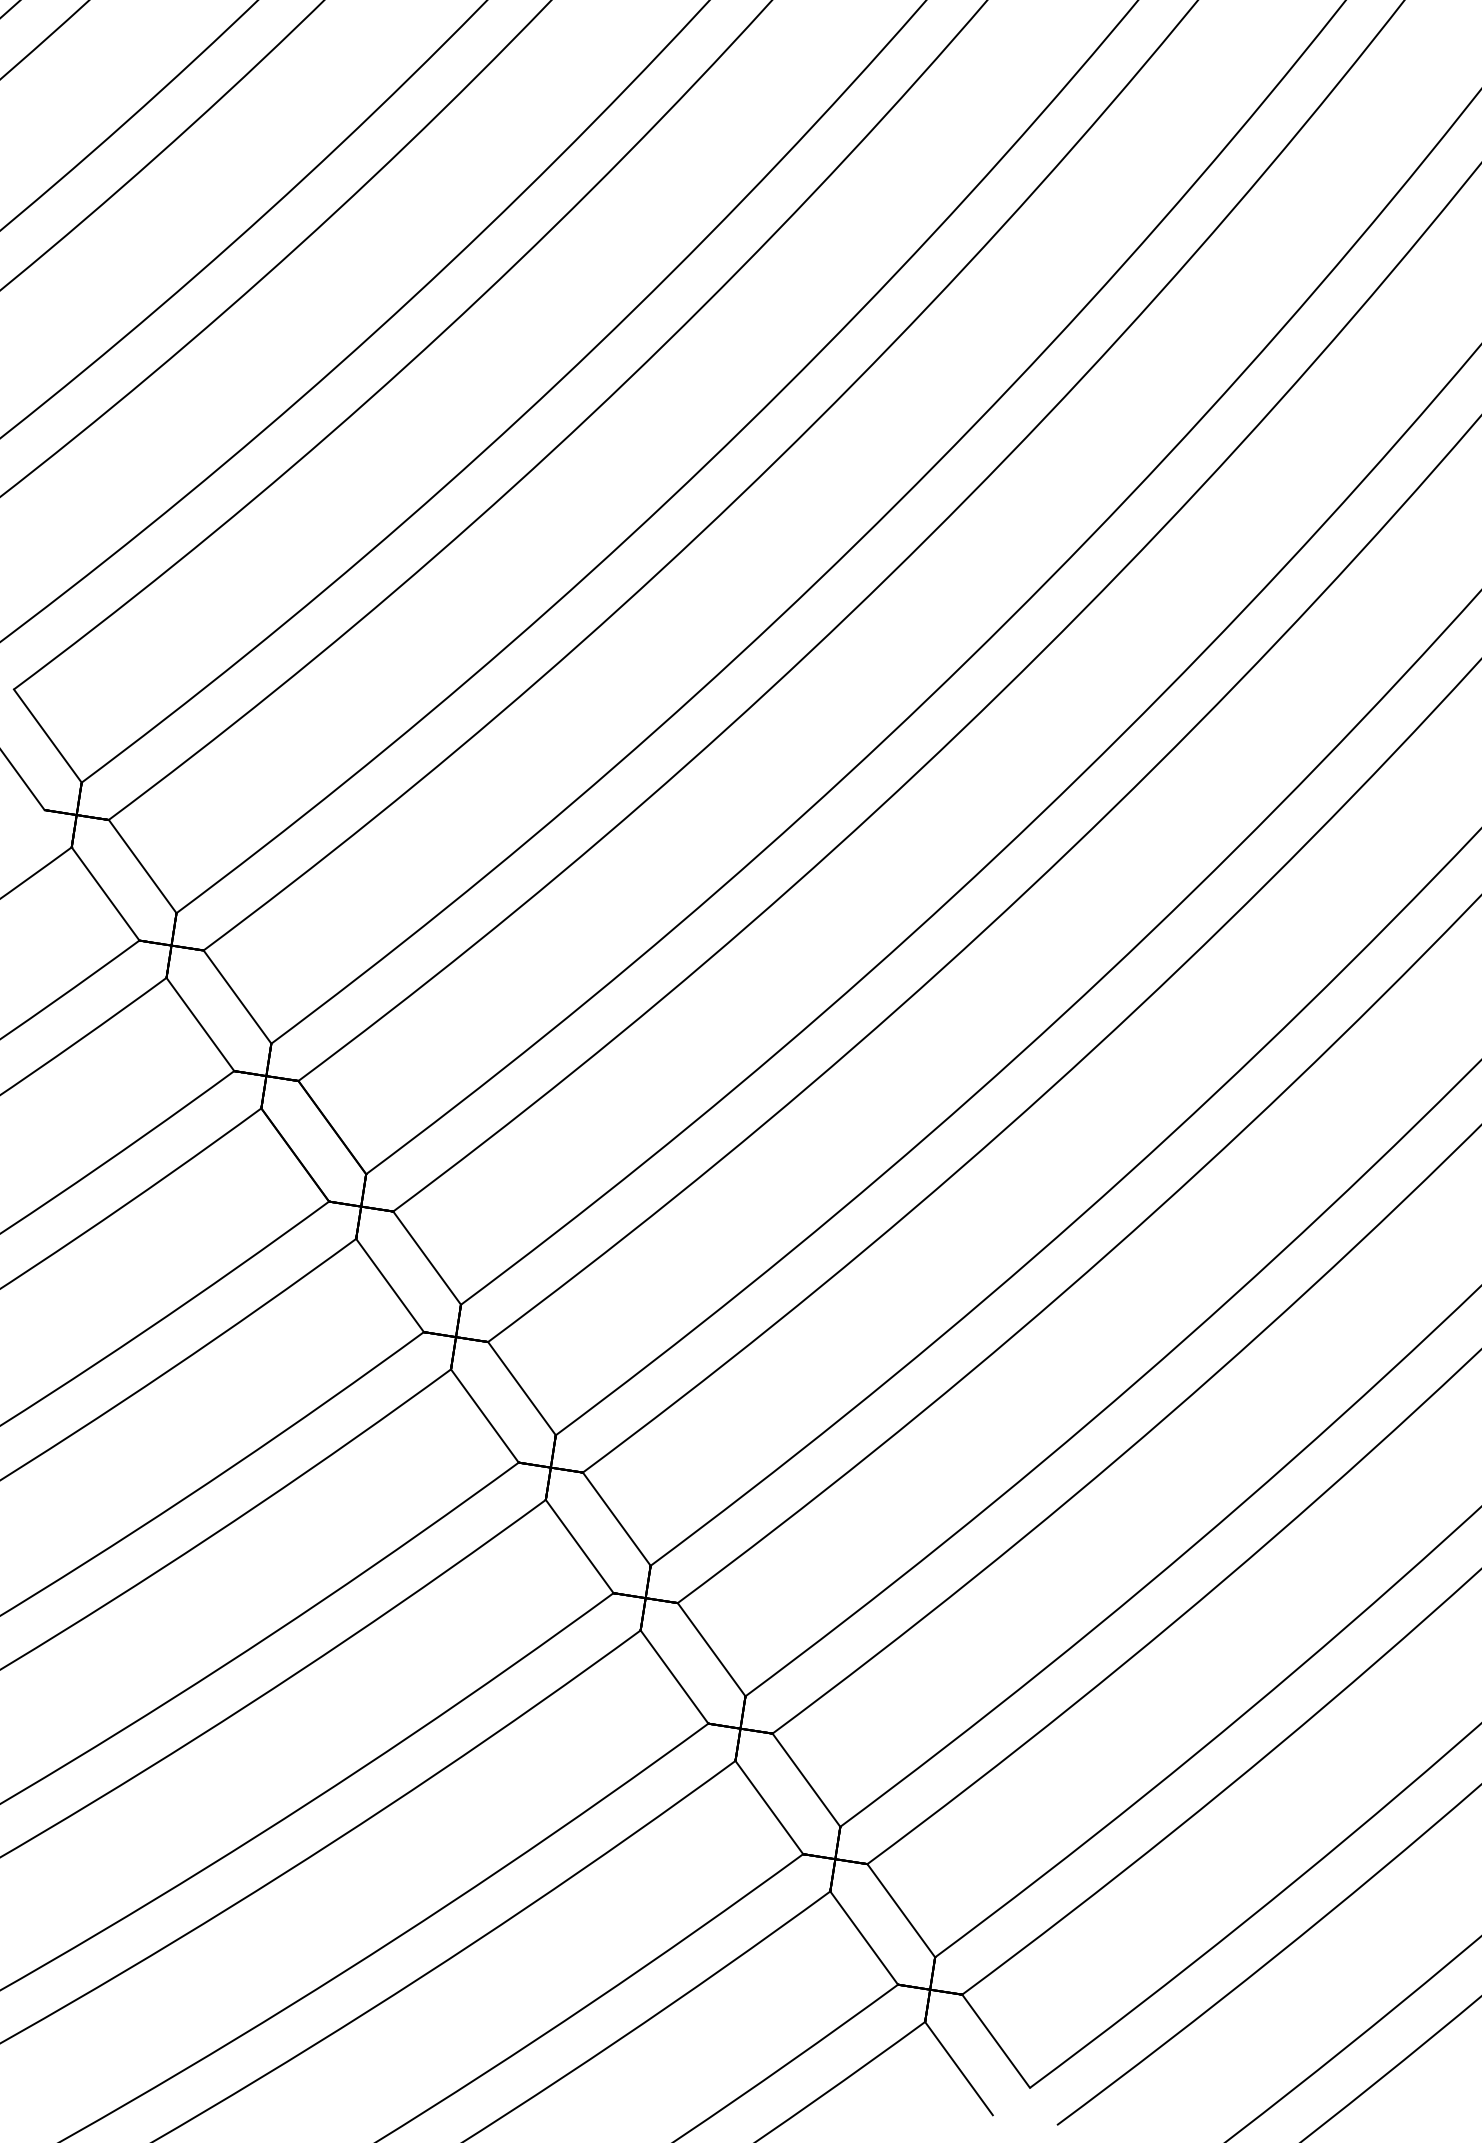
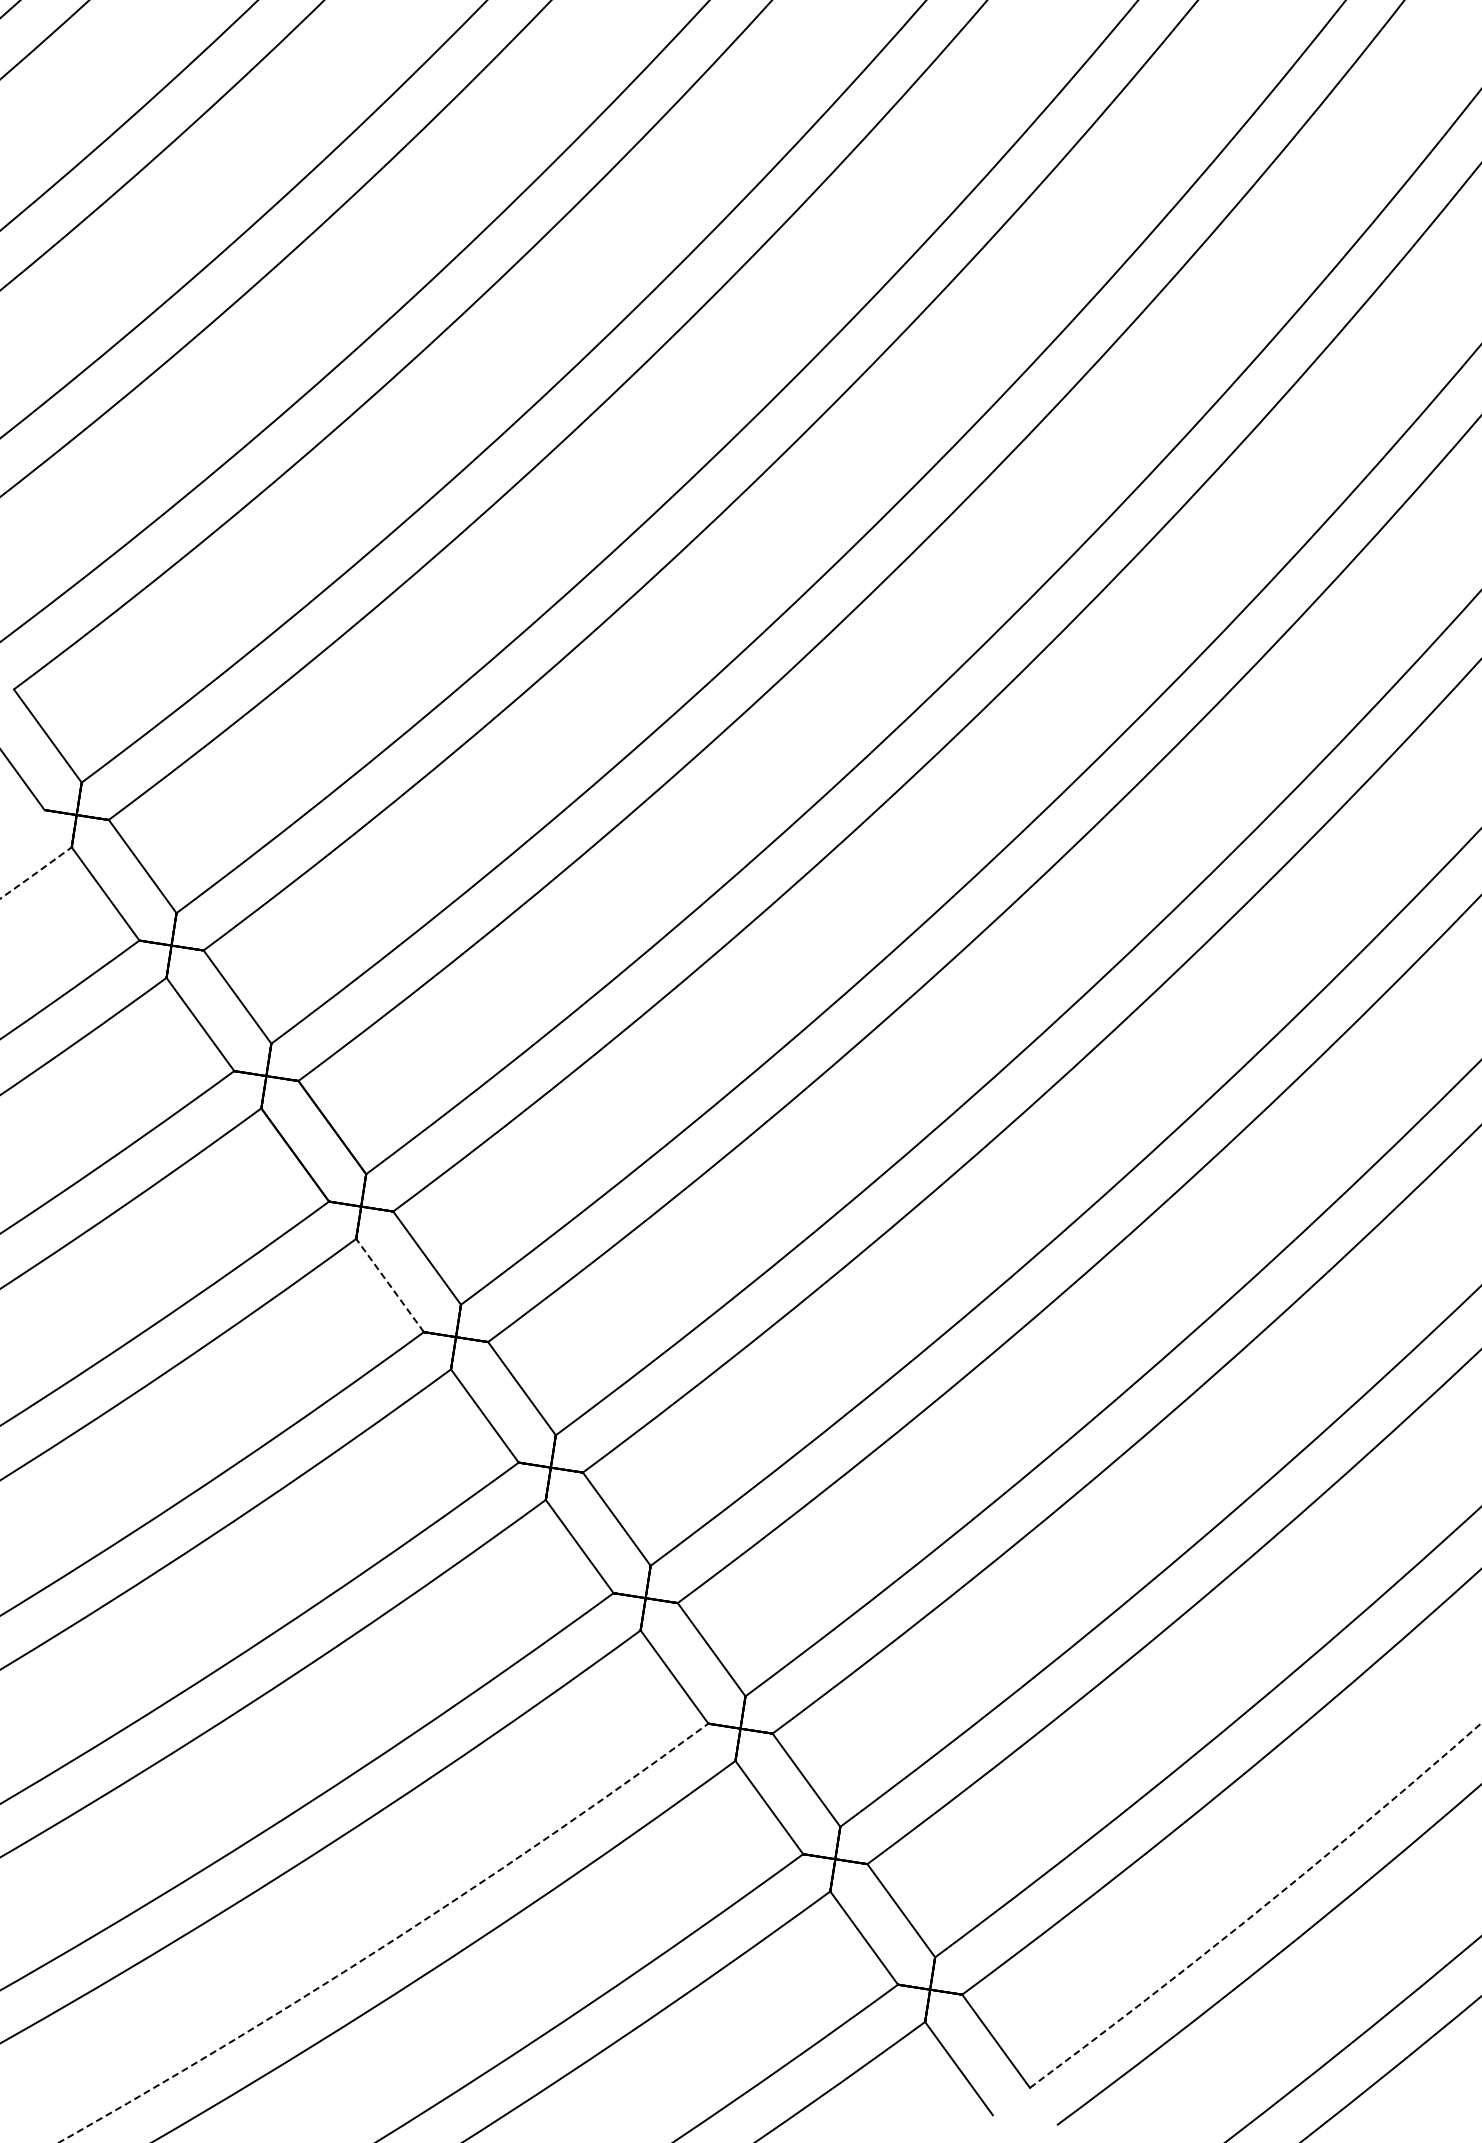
arc at (35, 873): solid -> dashed
line at (390, 1285): solid -> dashed
arc at (1259, 1910): solid -> dashed
arc at (389, 1942): solid -> dashed
